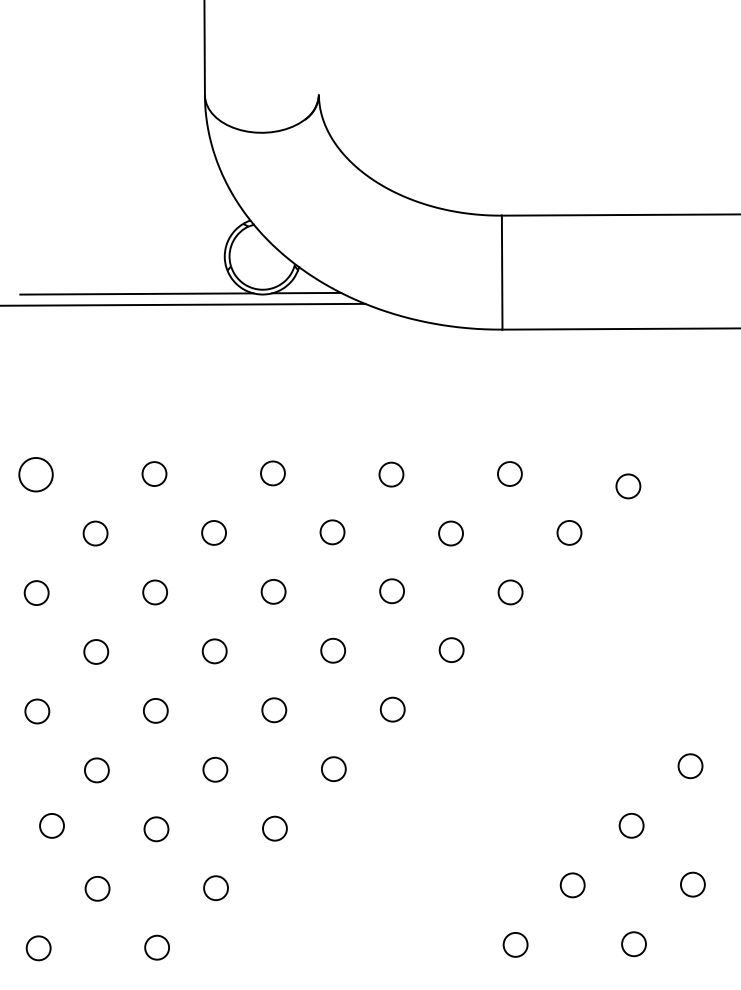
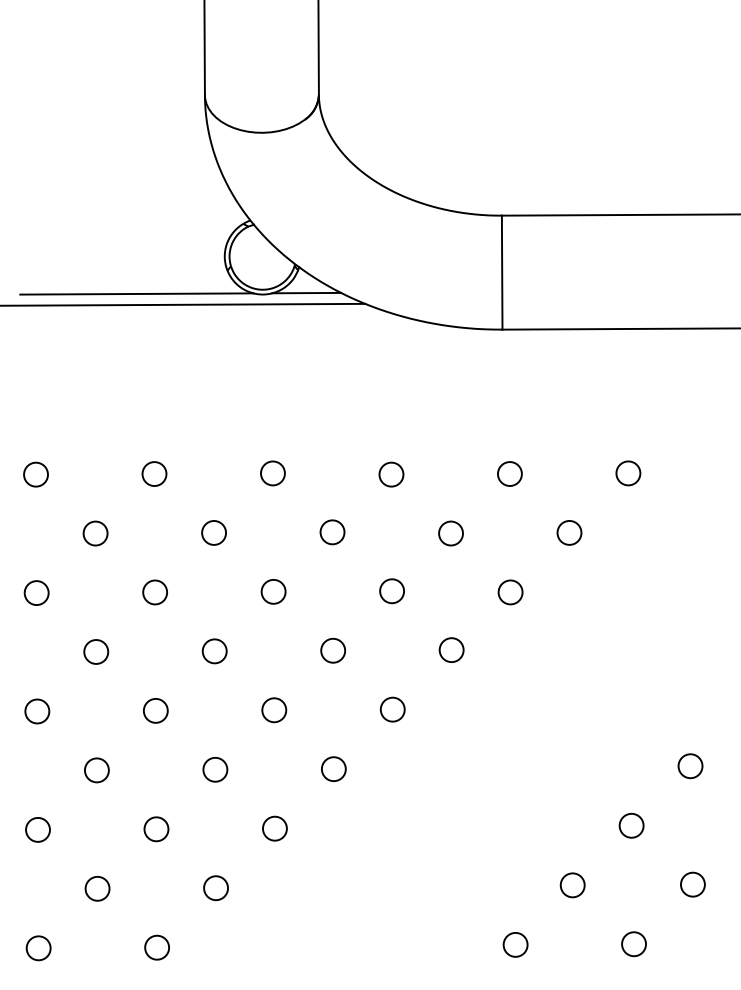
line at (318, 48): none -> present
circle at (35, 474) size: 36x36 px -> 26x27 px
circle at (628, 486) position: (628, 486) -> (628, 473)
circle at (51, 825) position: (51, 825) -> (37, 829)
